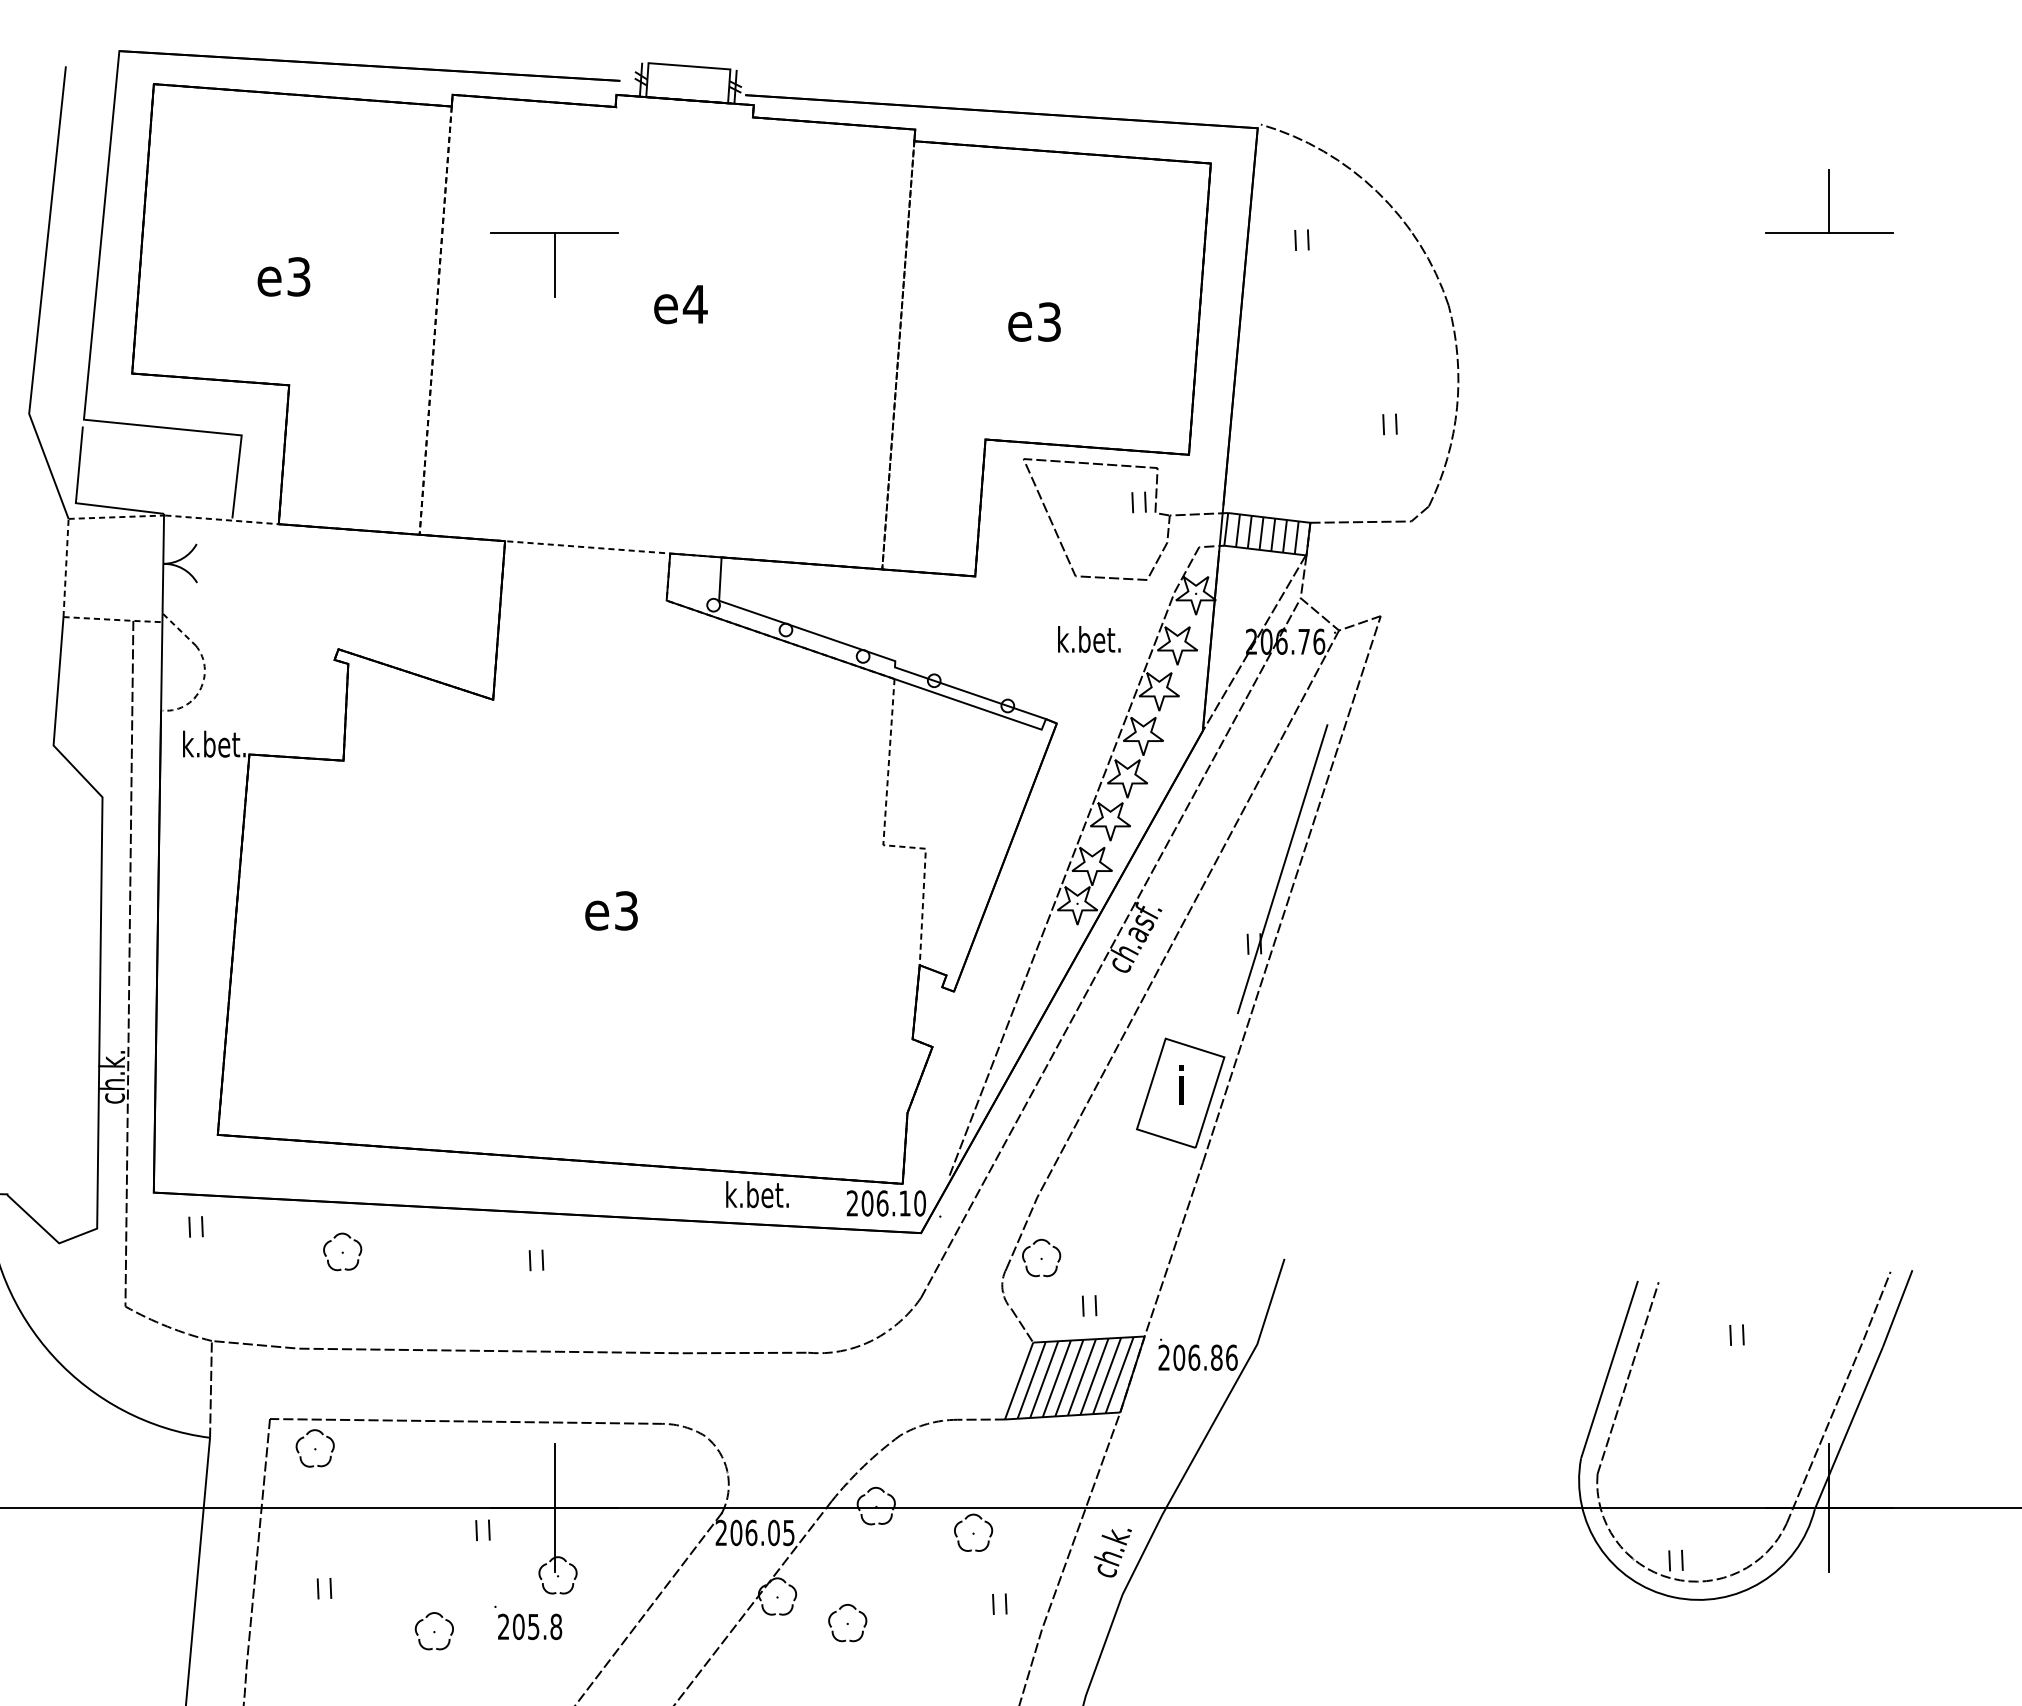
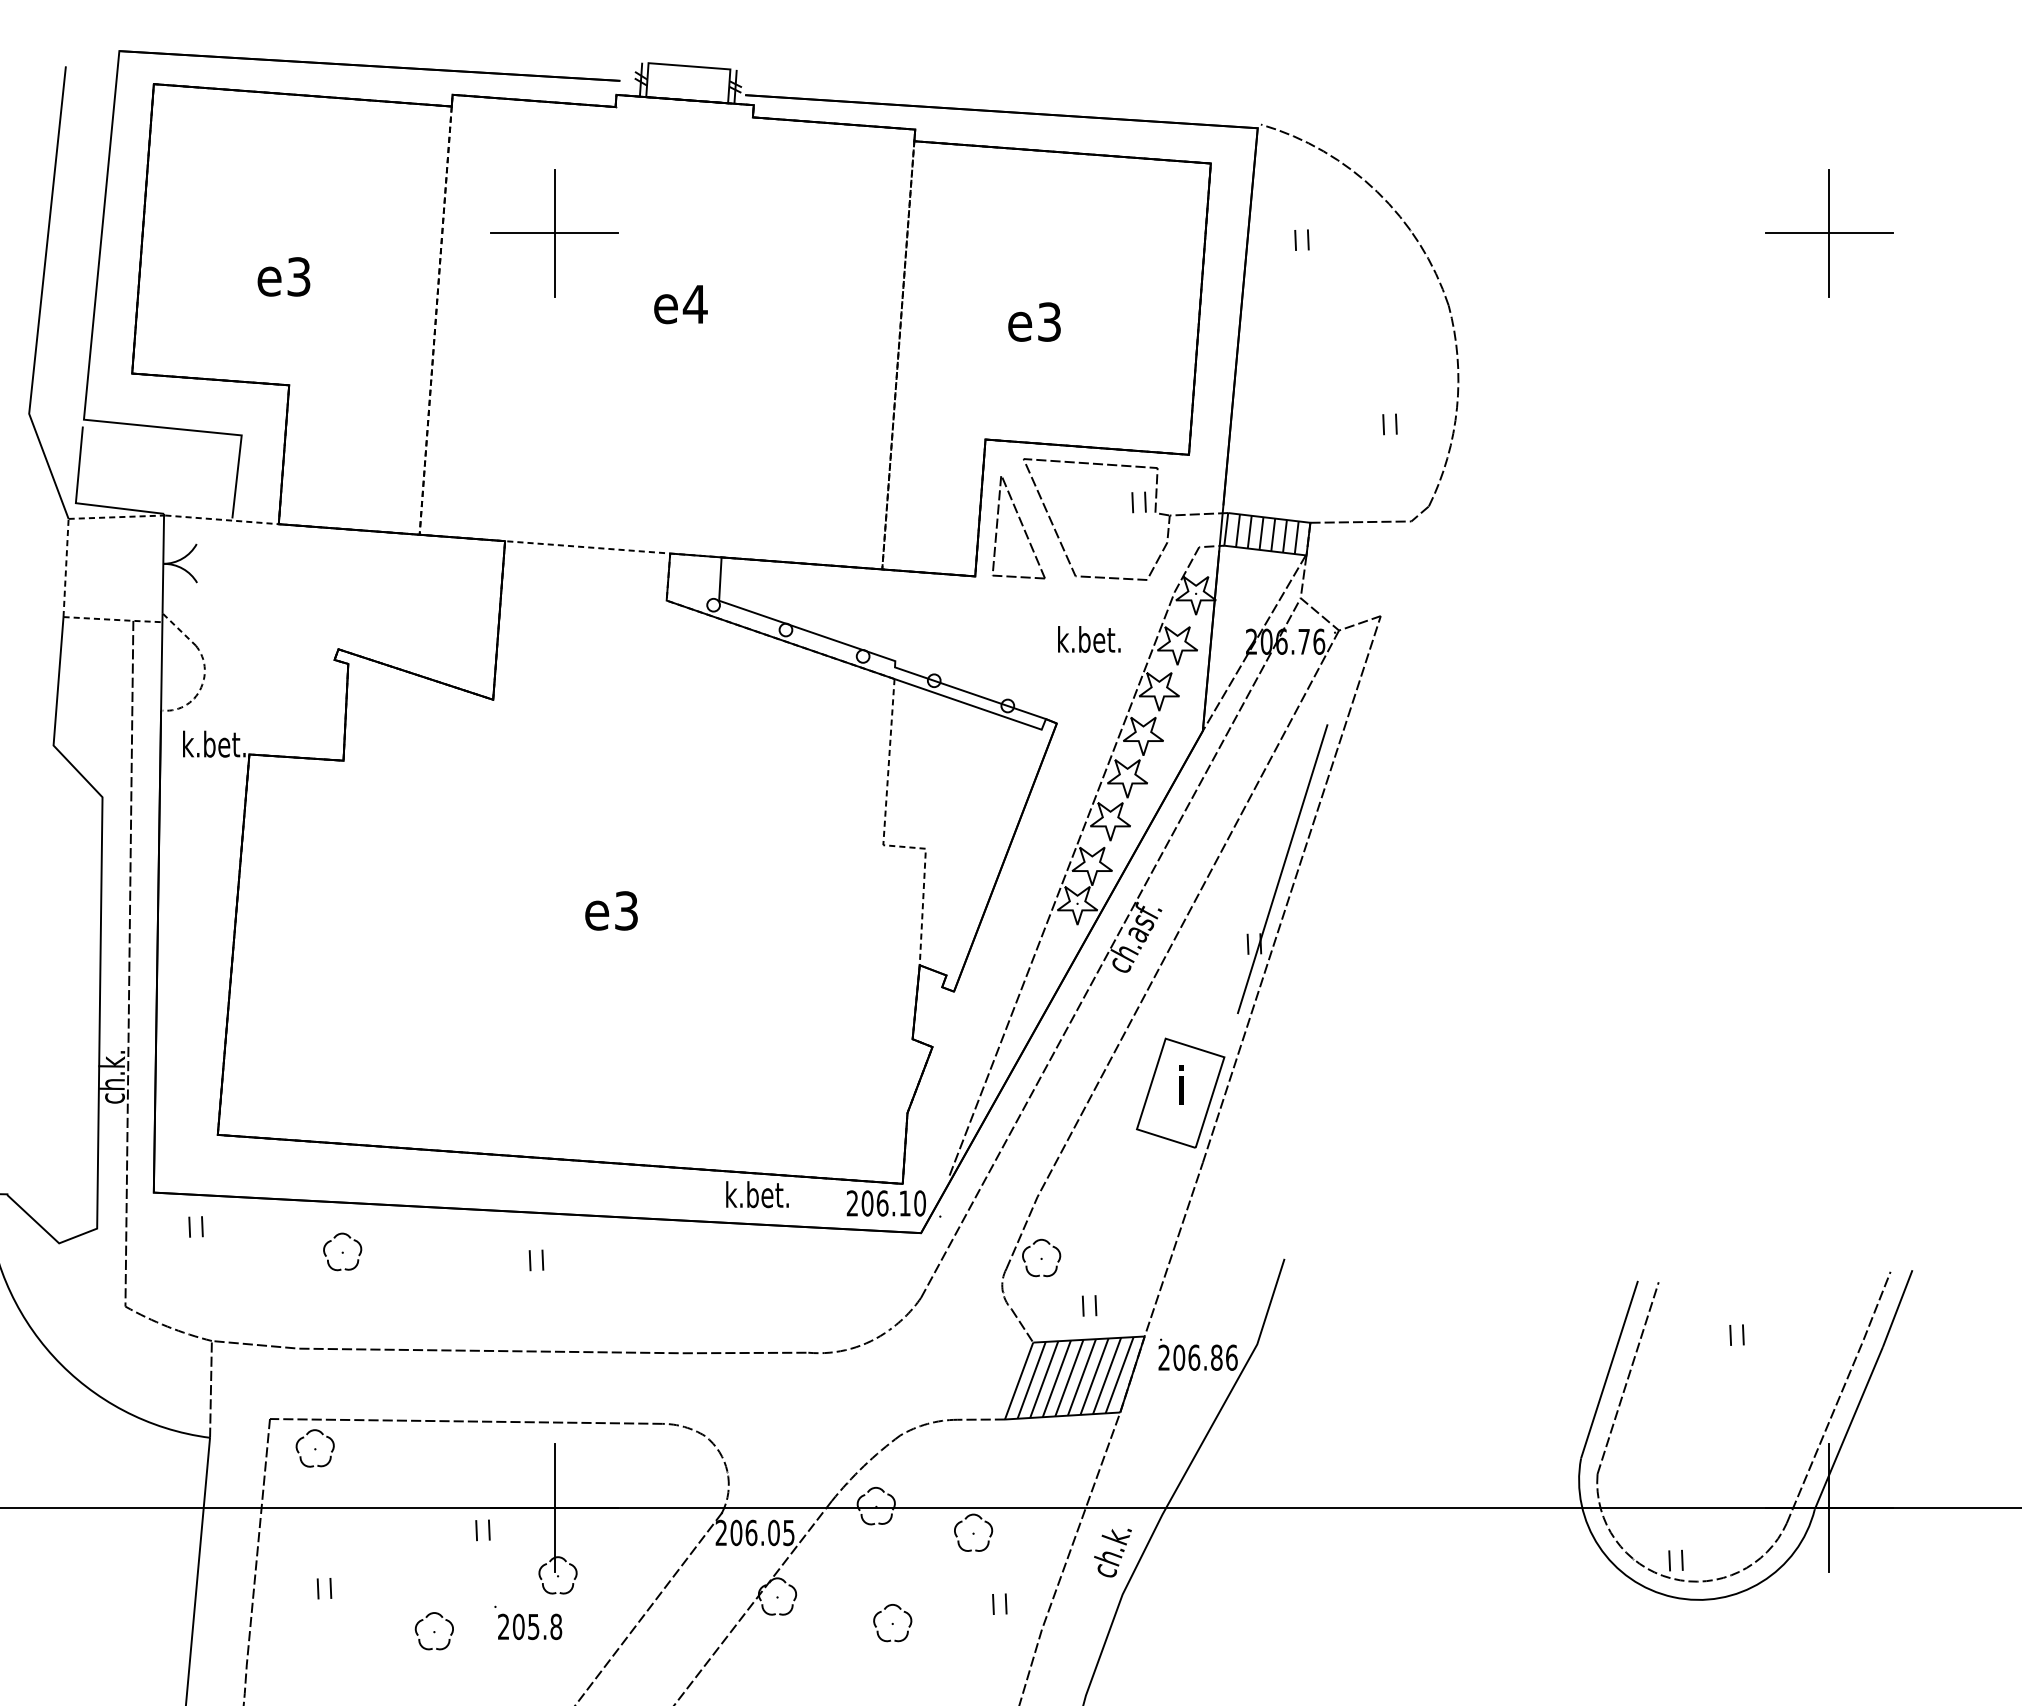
line at (554, 201): none -> present
line at (1829, 265): none -> present
part at (1018, 527): none -> present
part at (847, 1623) position: (847, 1623) -> (892, 1623)
